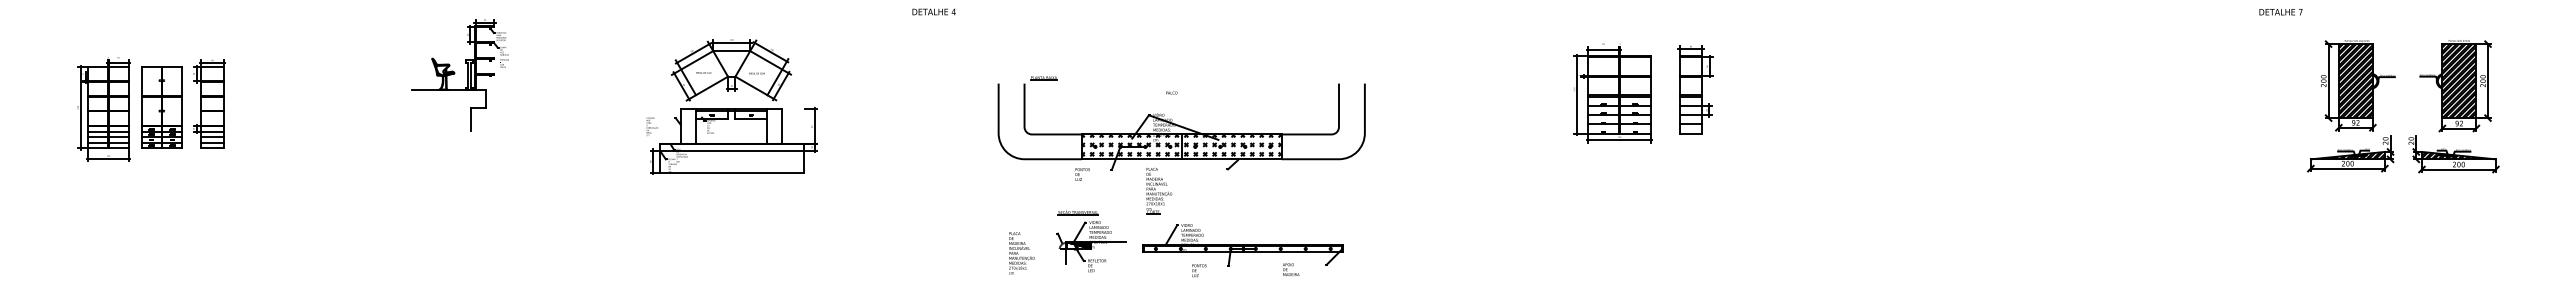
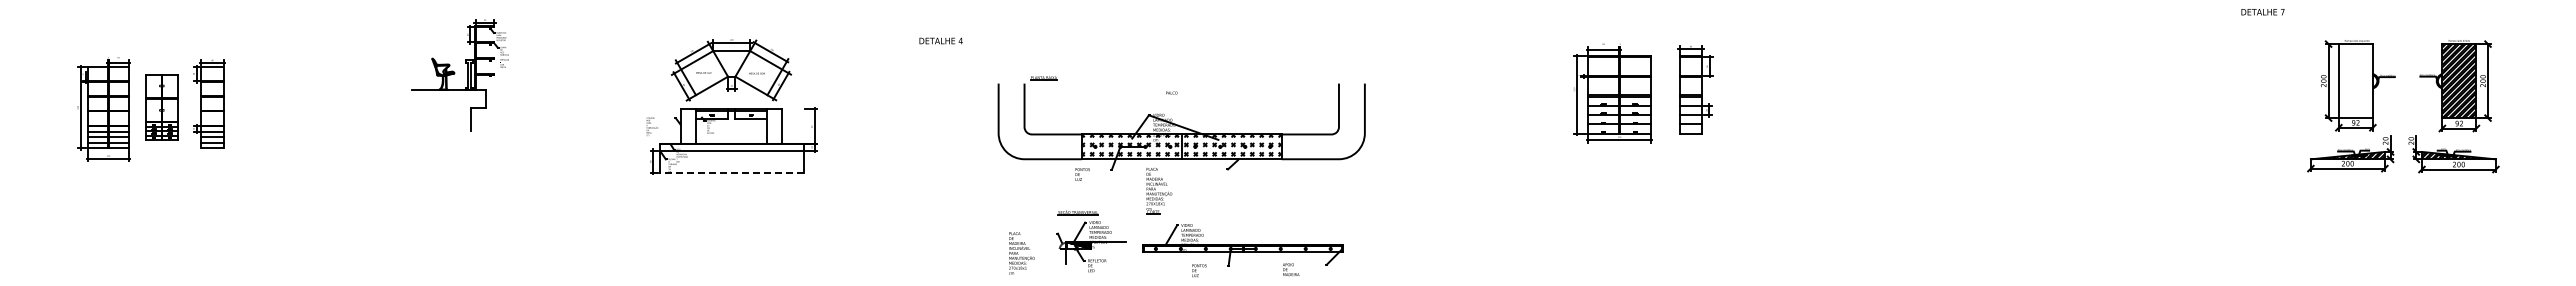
text at (933, 11) position: (933, 11) -> (940, 40)
text at (2280, 12) position: (2280, 12) -> (2262, 12)
hatch at (2355, 81): present -> none
part at (161, 107) size: 42x83 px -> 34x67 px
line at (731, 172): solid -> dashed
